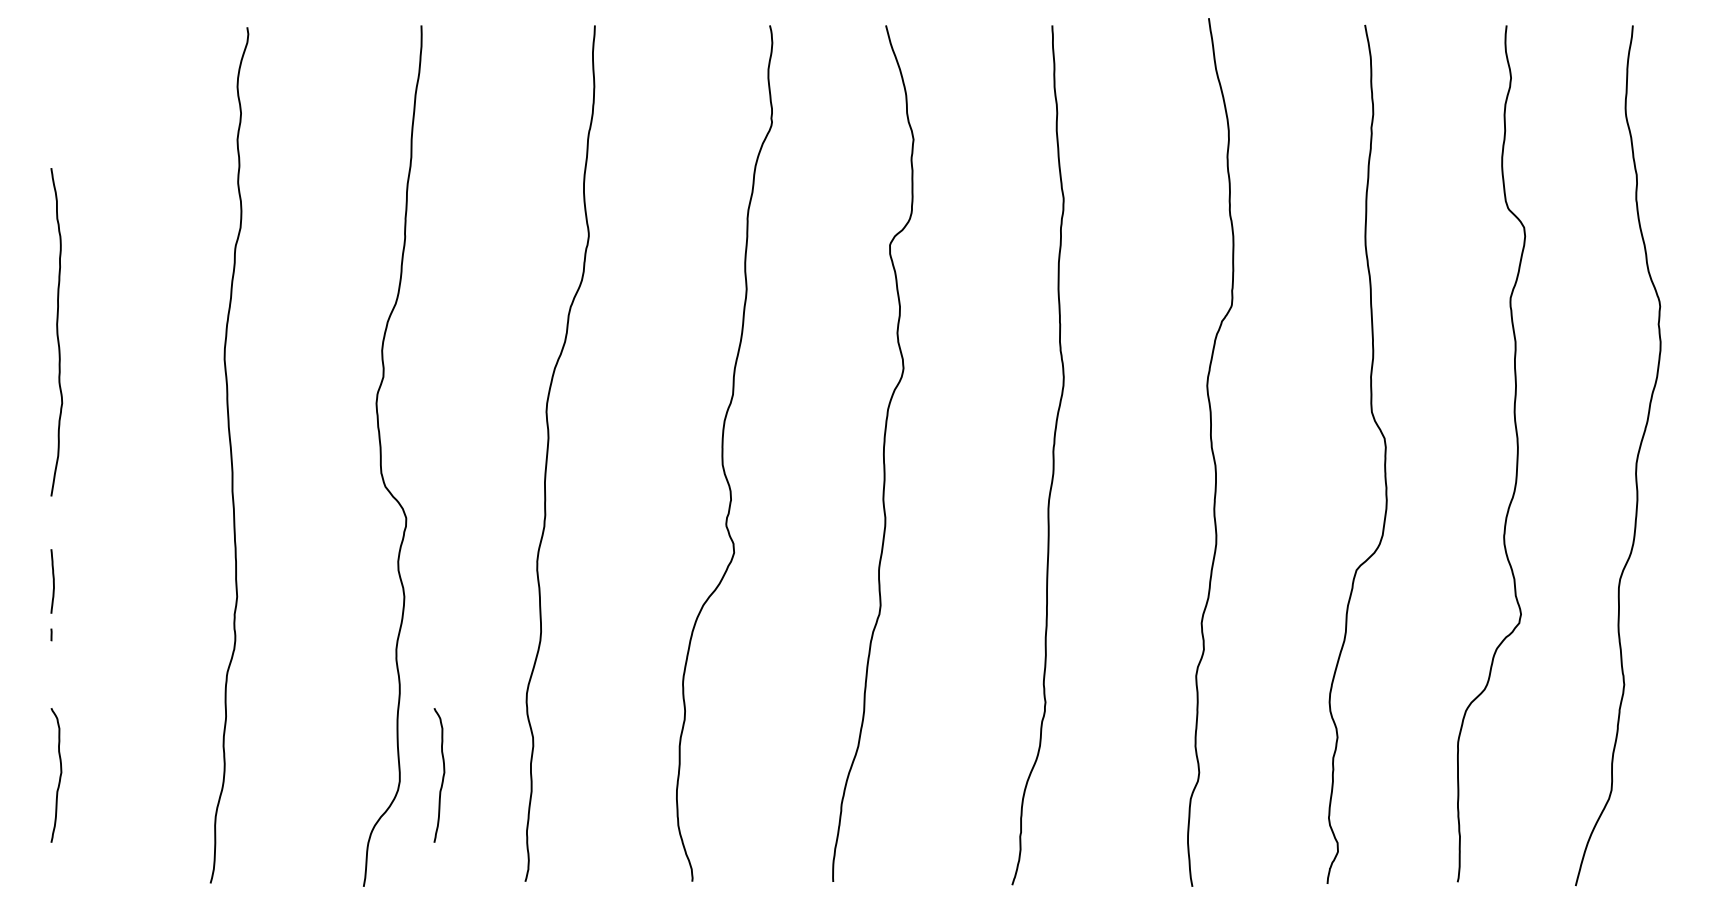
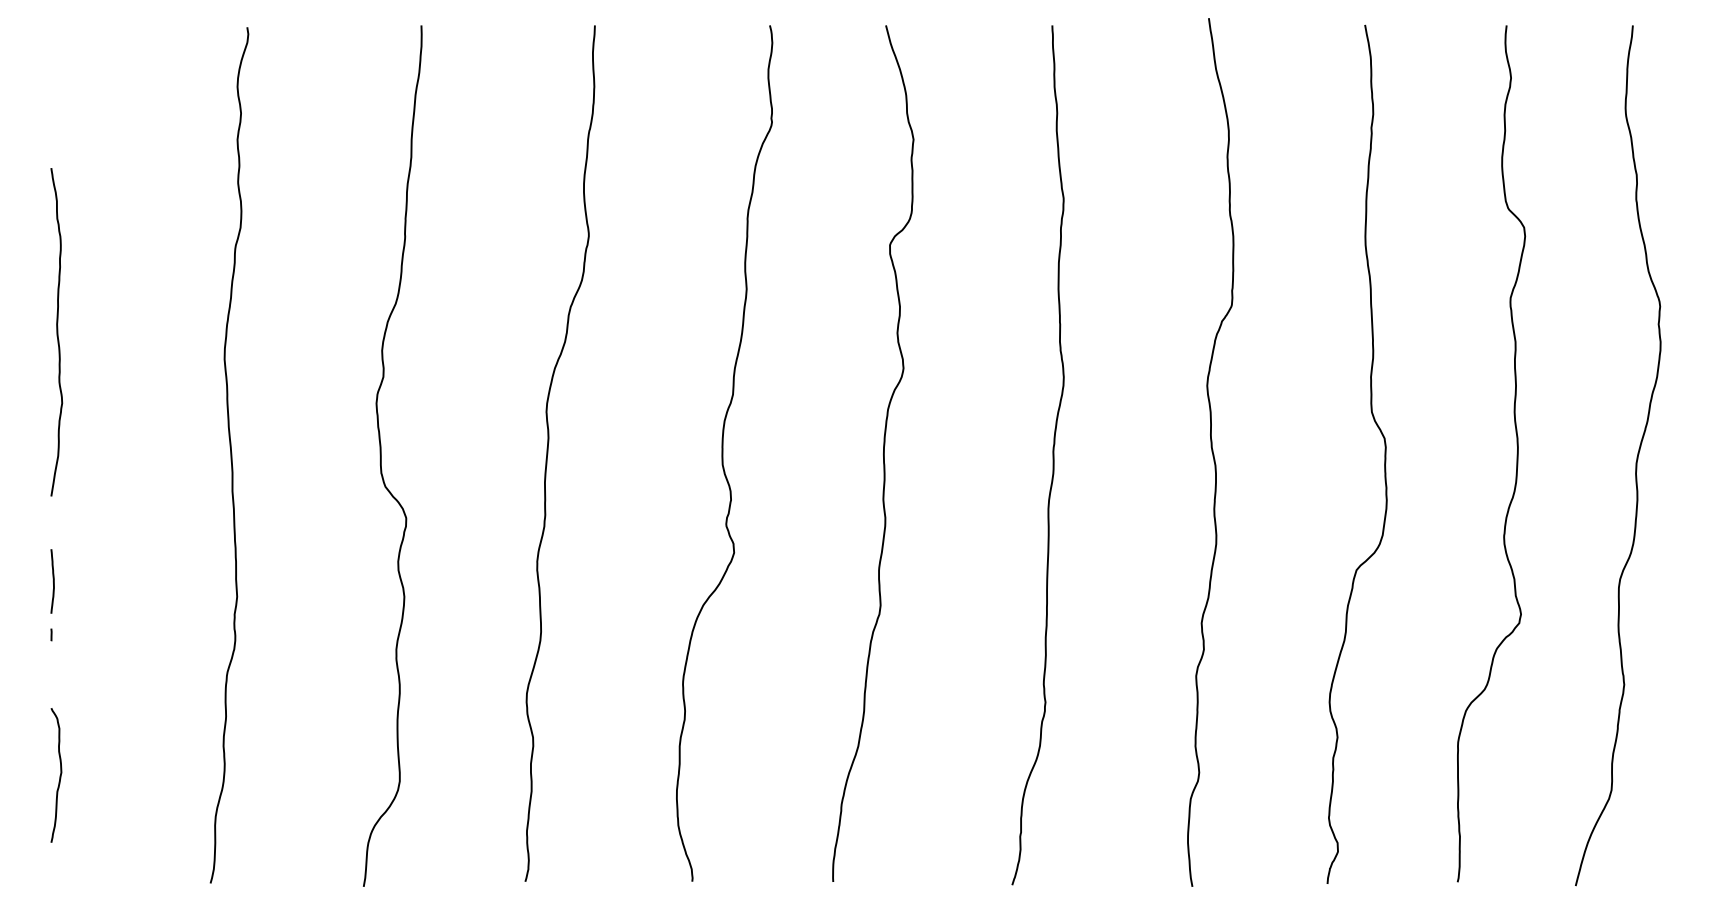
curve at (442, 775): present -> none
